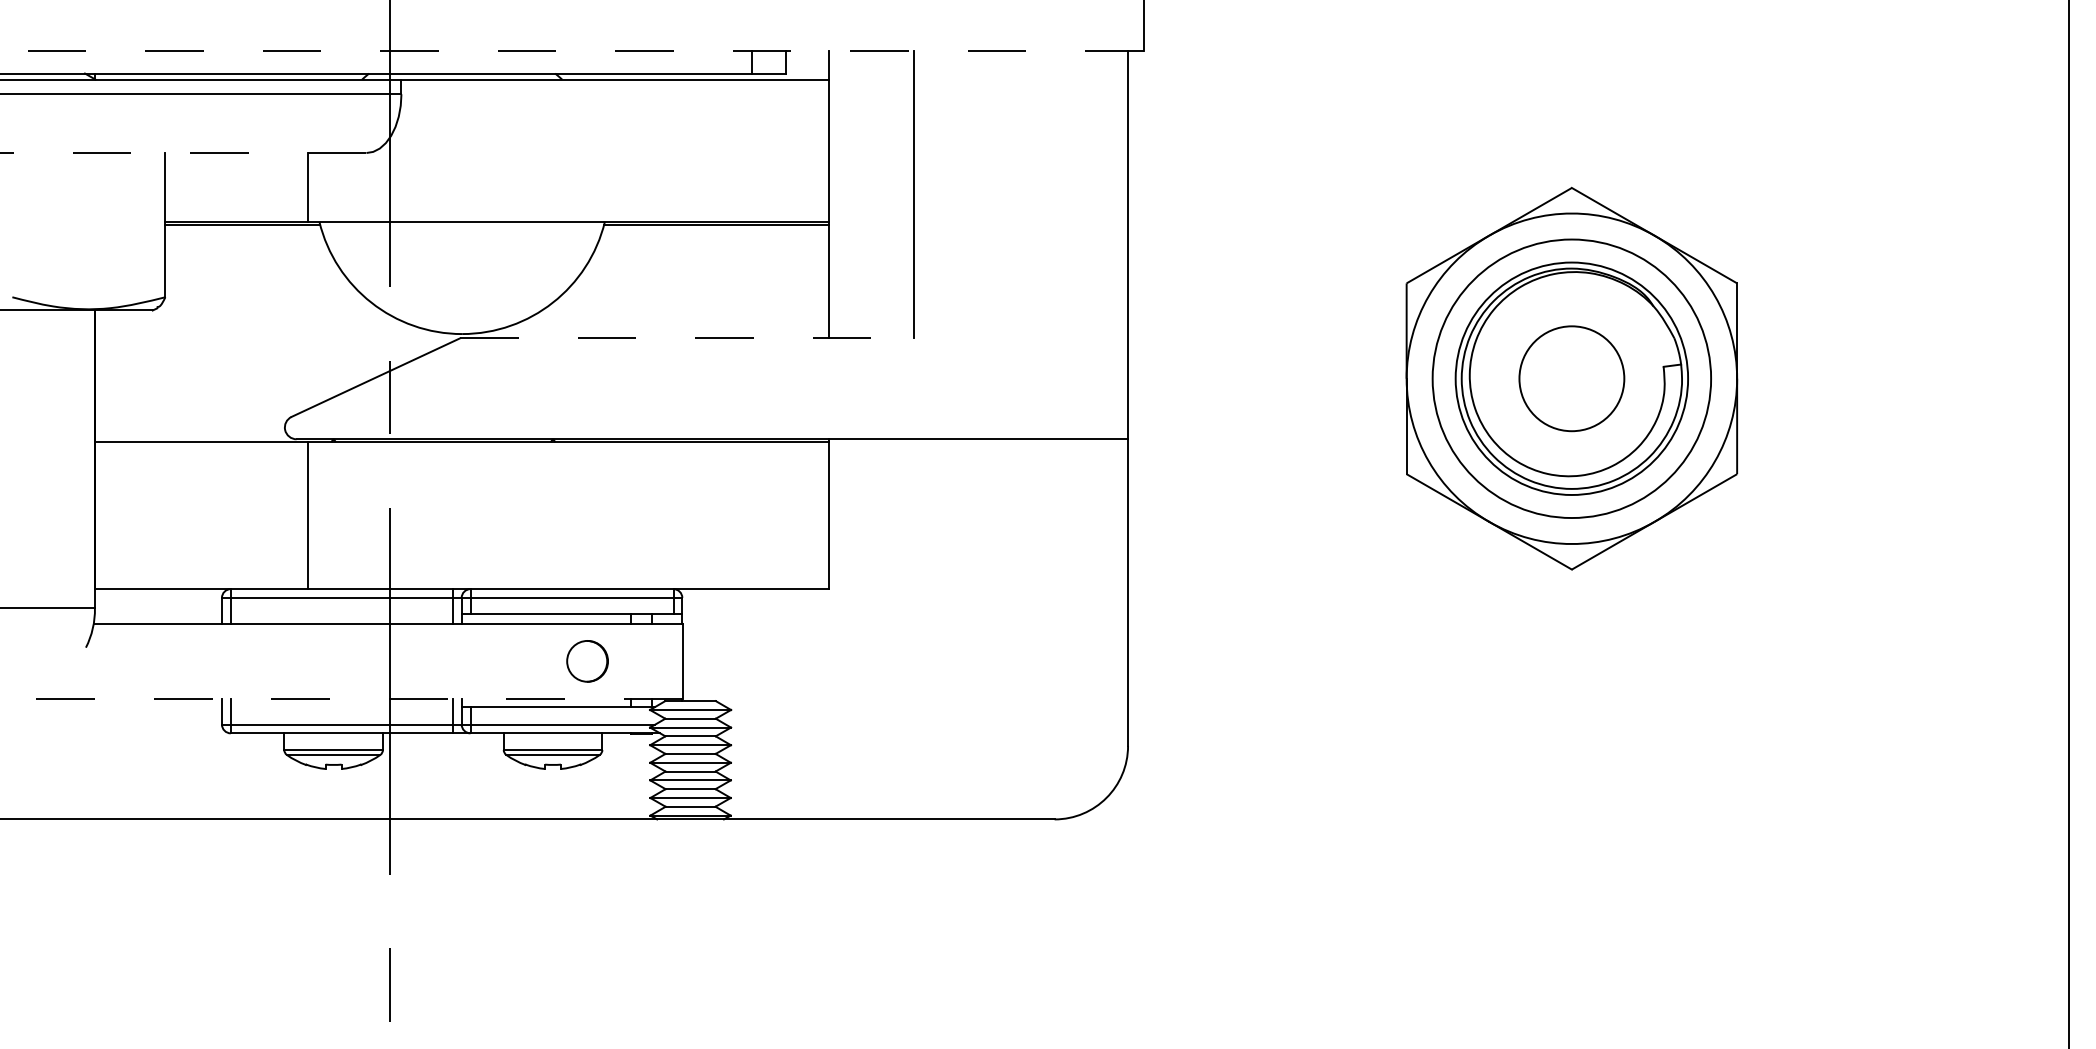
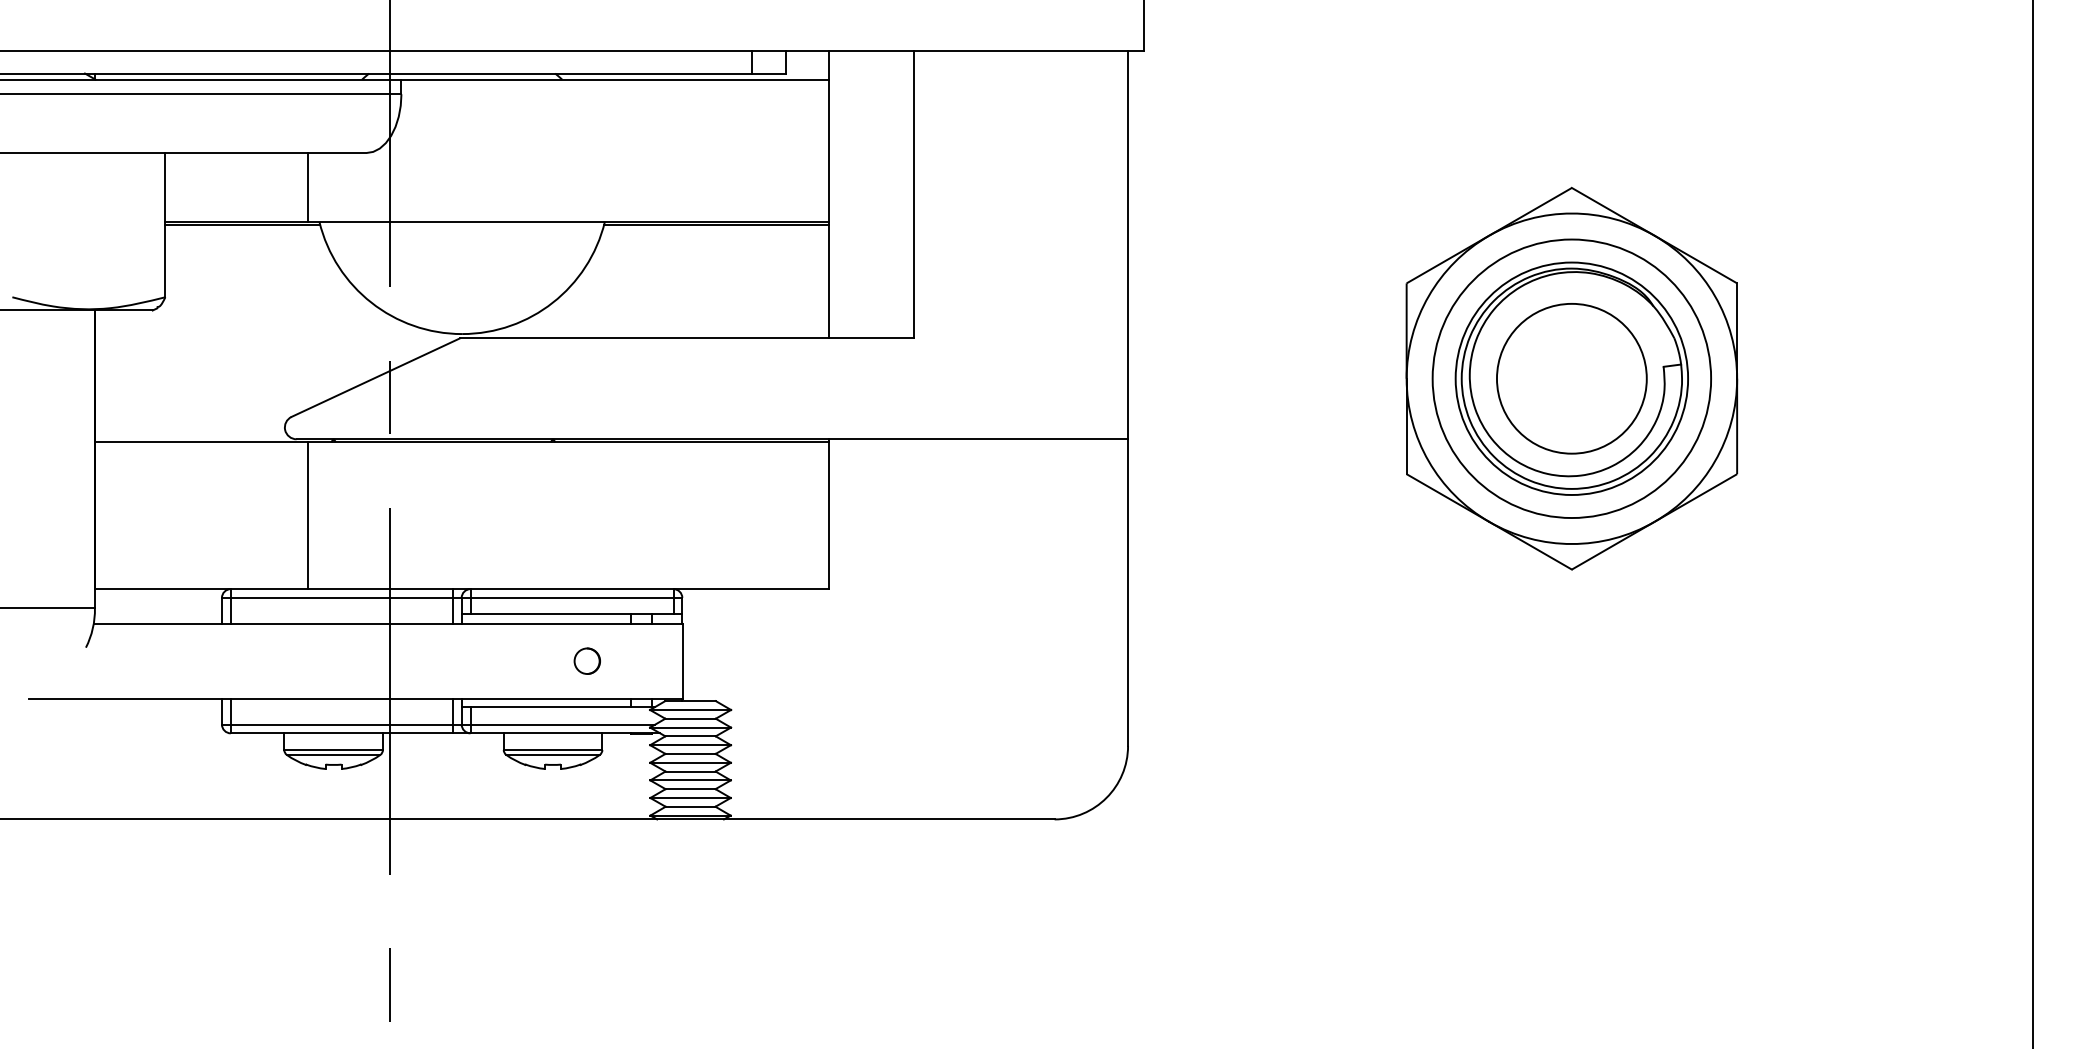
line at (572, 51): dashed -> solid
line at (183, 153): dashed -> solid
line at (686, 338): dashed -> solid
circle at (1571, 378) diameter: 105 px -> 150 px
line at (2069, 523) position: (2069, 523) -> (2033, 523)
circle at (587, 661) size: 43x43 px -> 28x28 px
line at (355, 698): dashed -> solid
